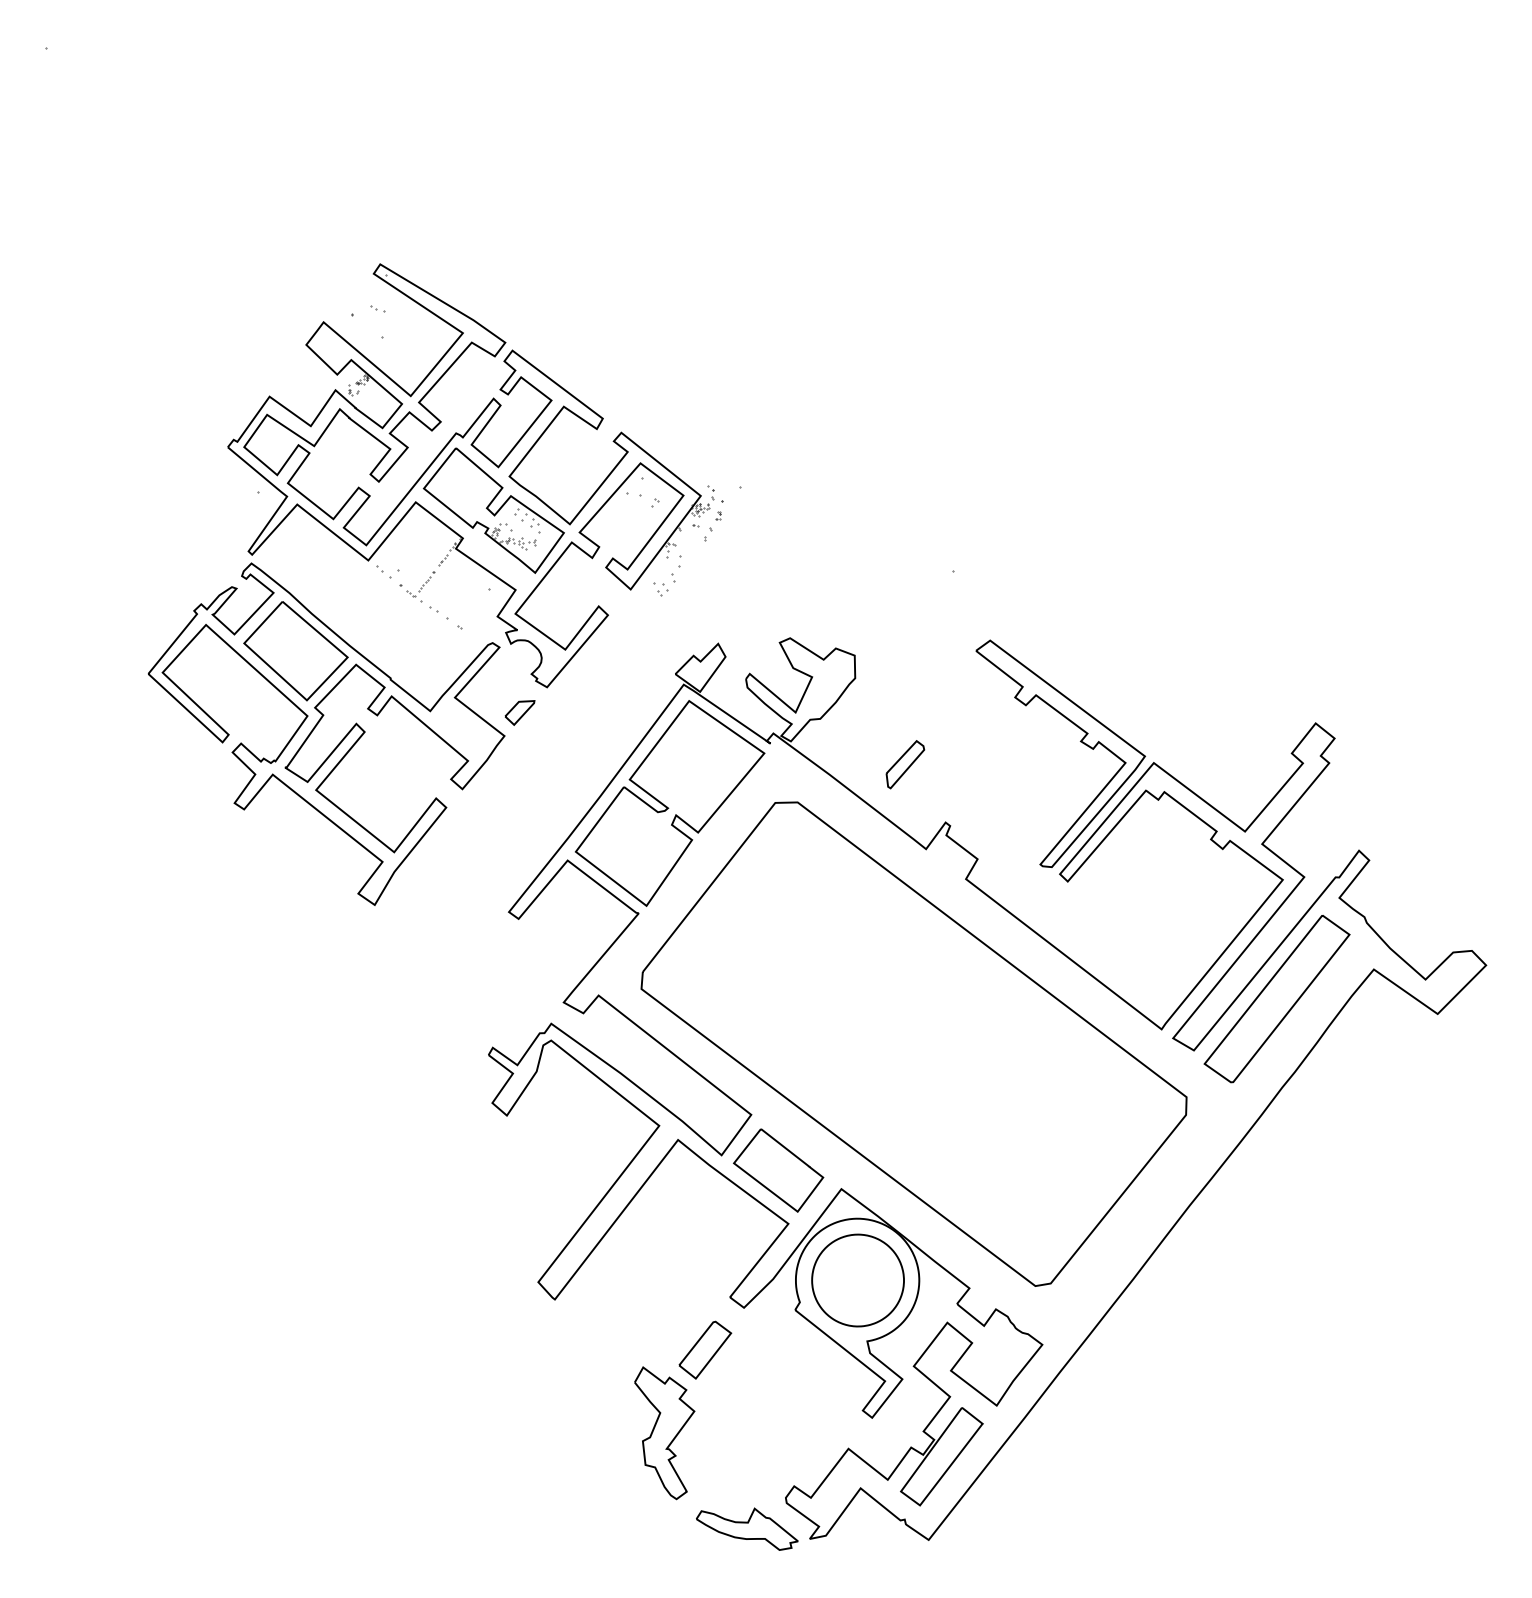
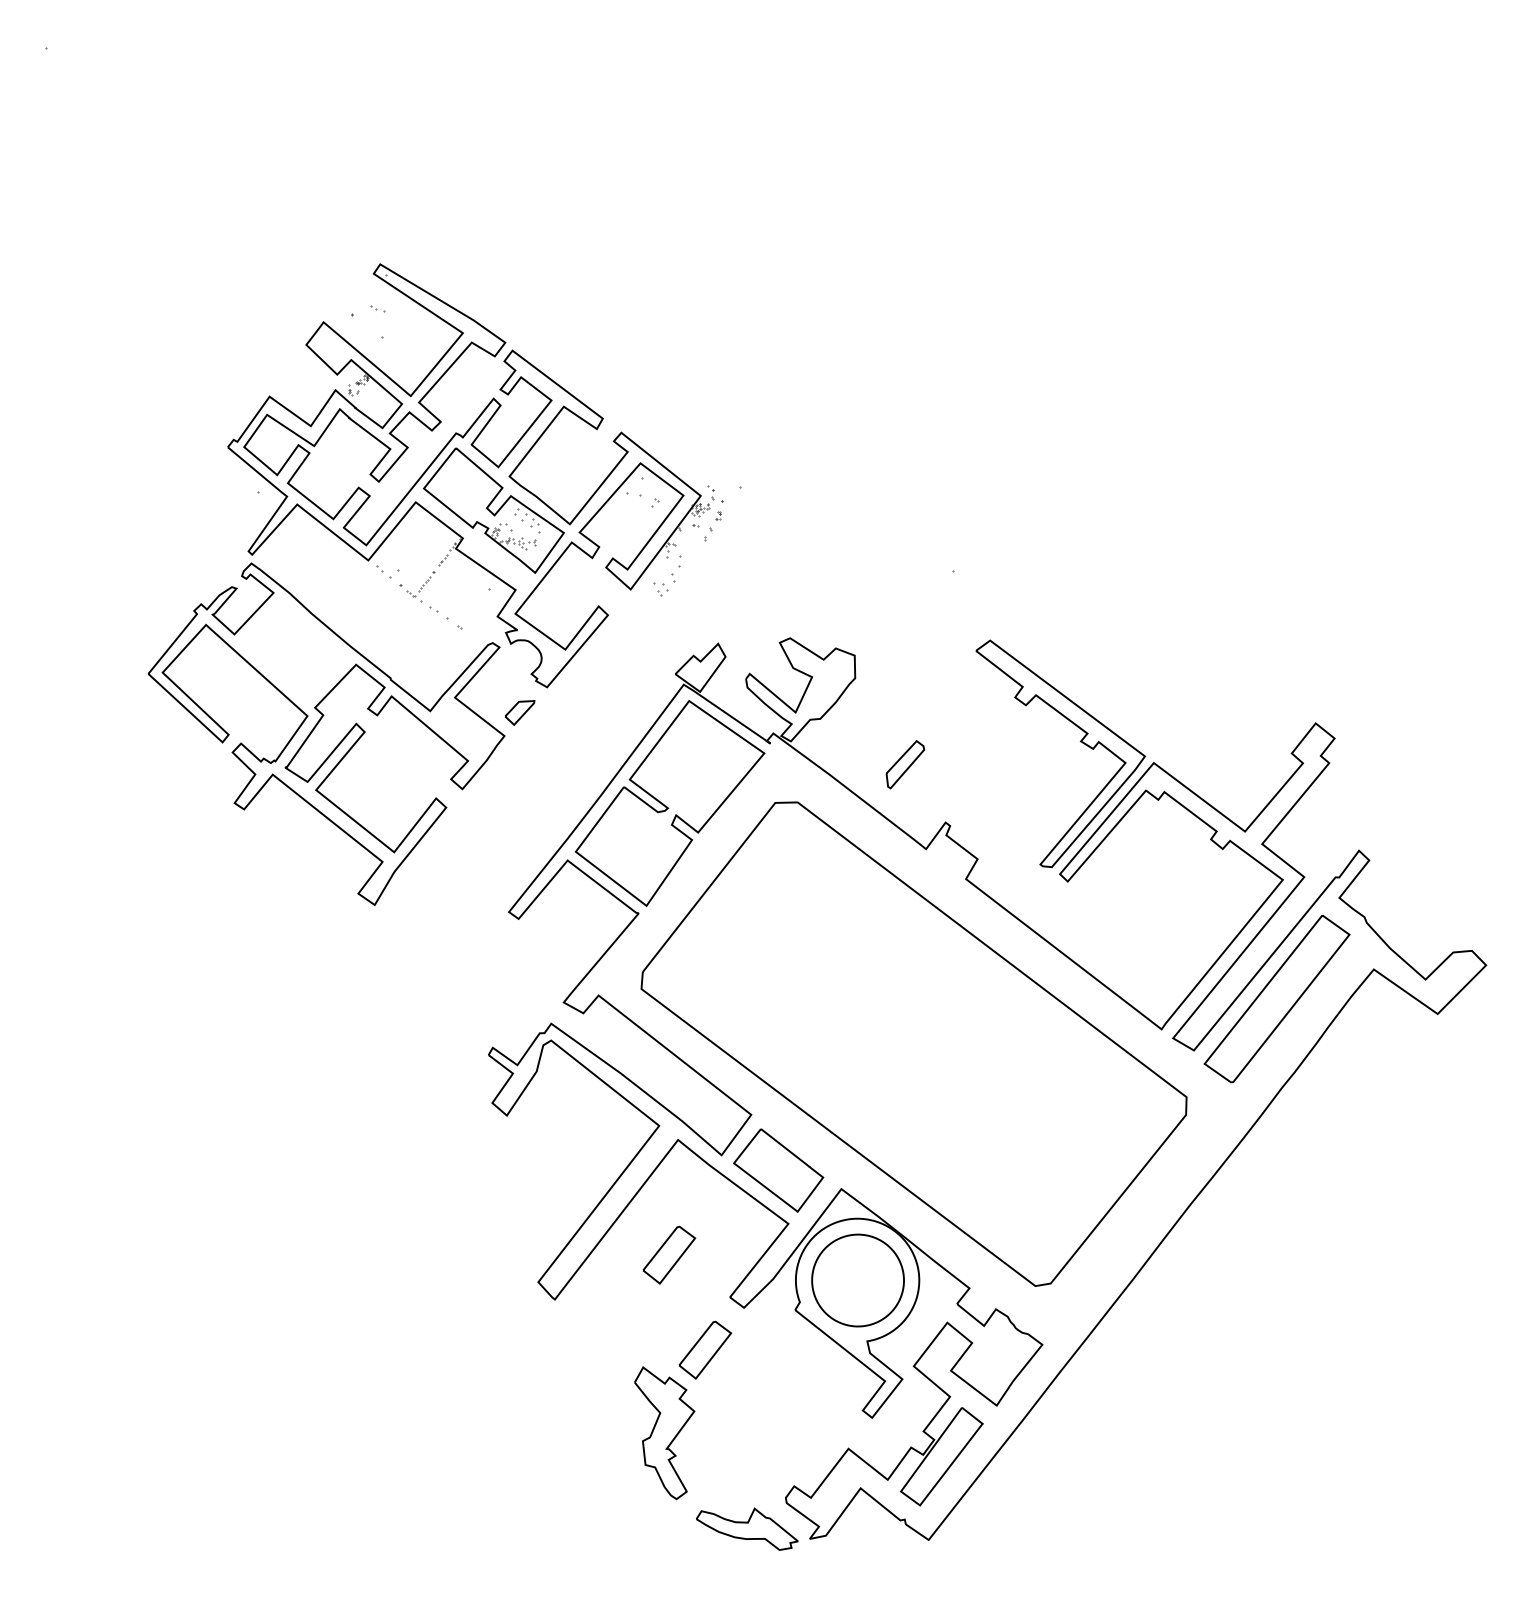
part at (295, 651): present -> none
part at (669, 1254): none -> present
